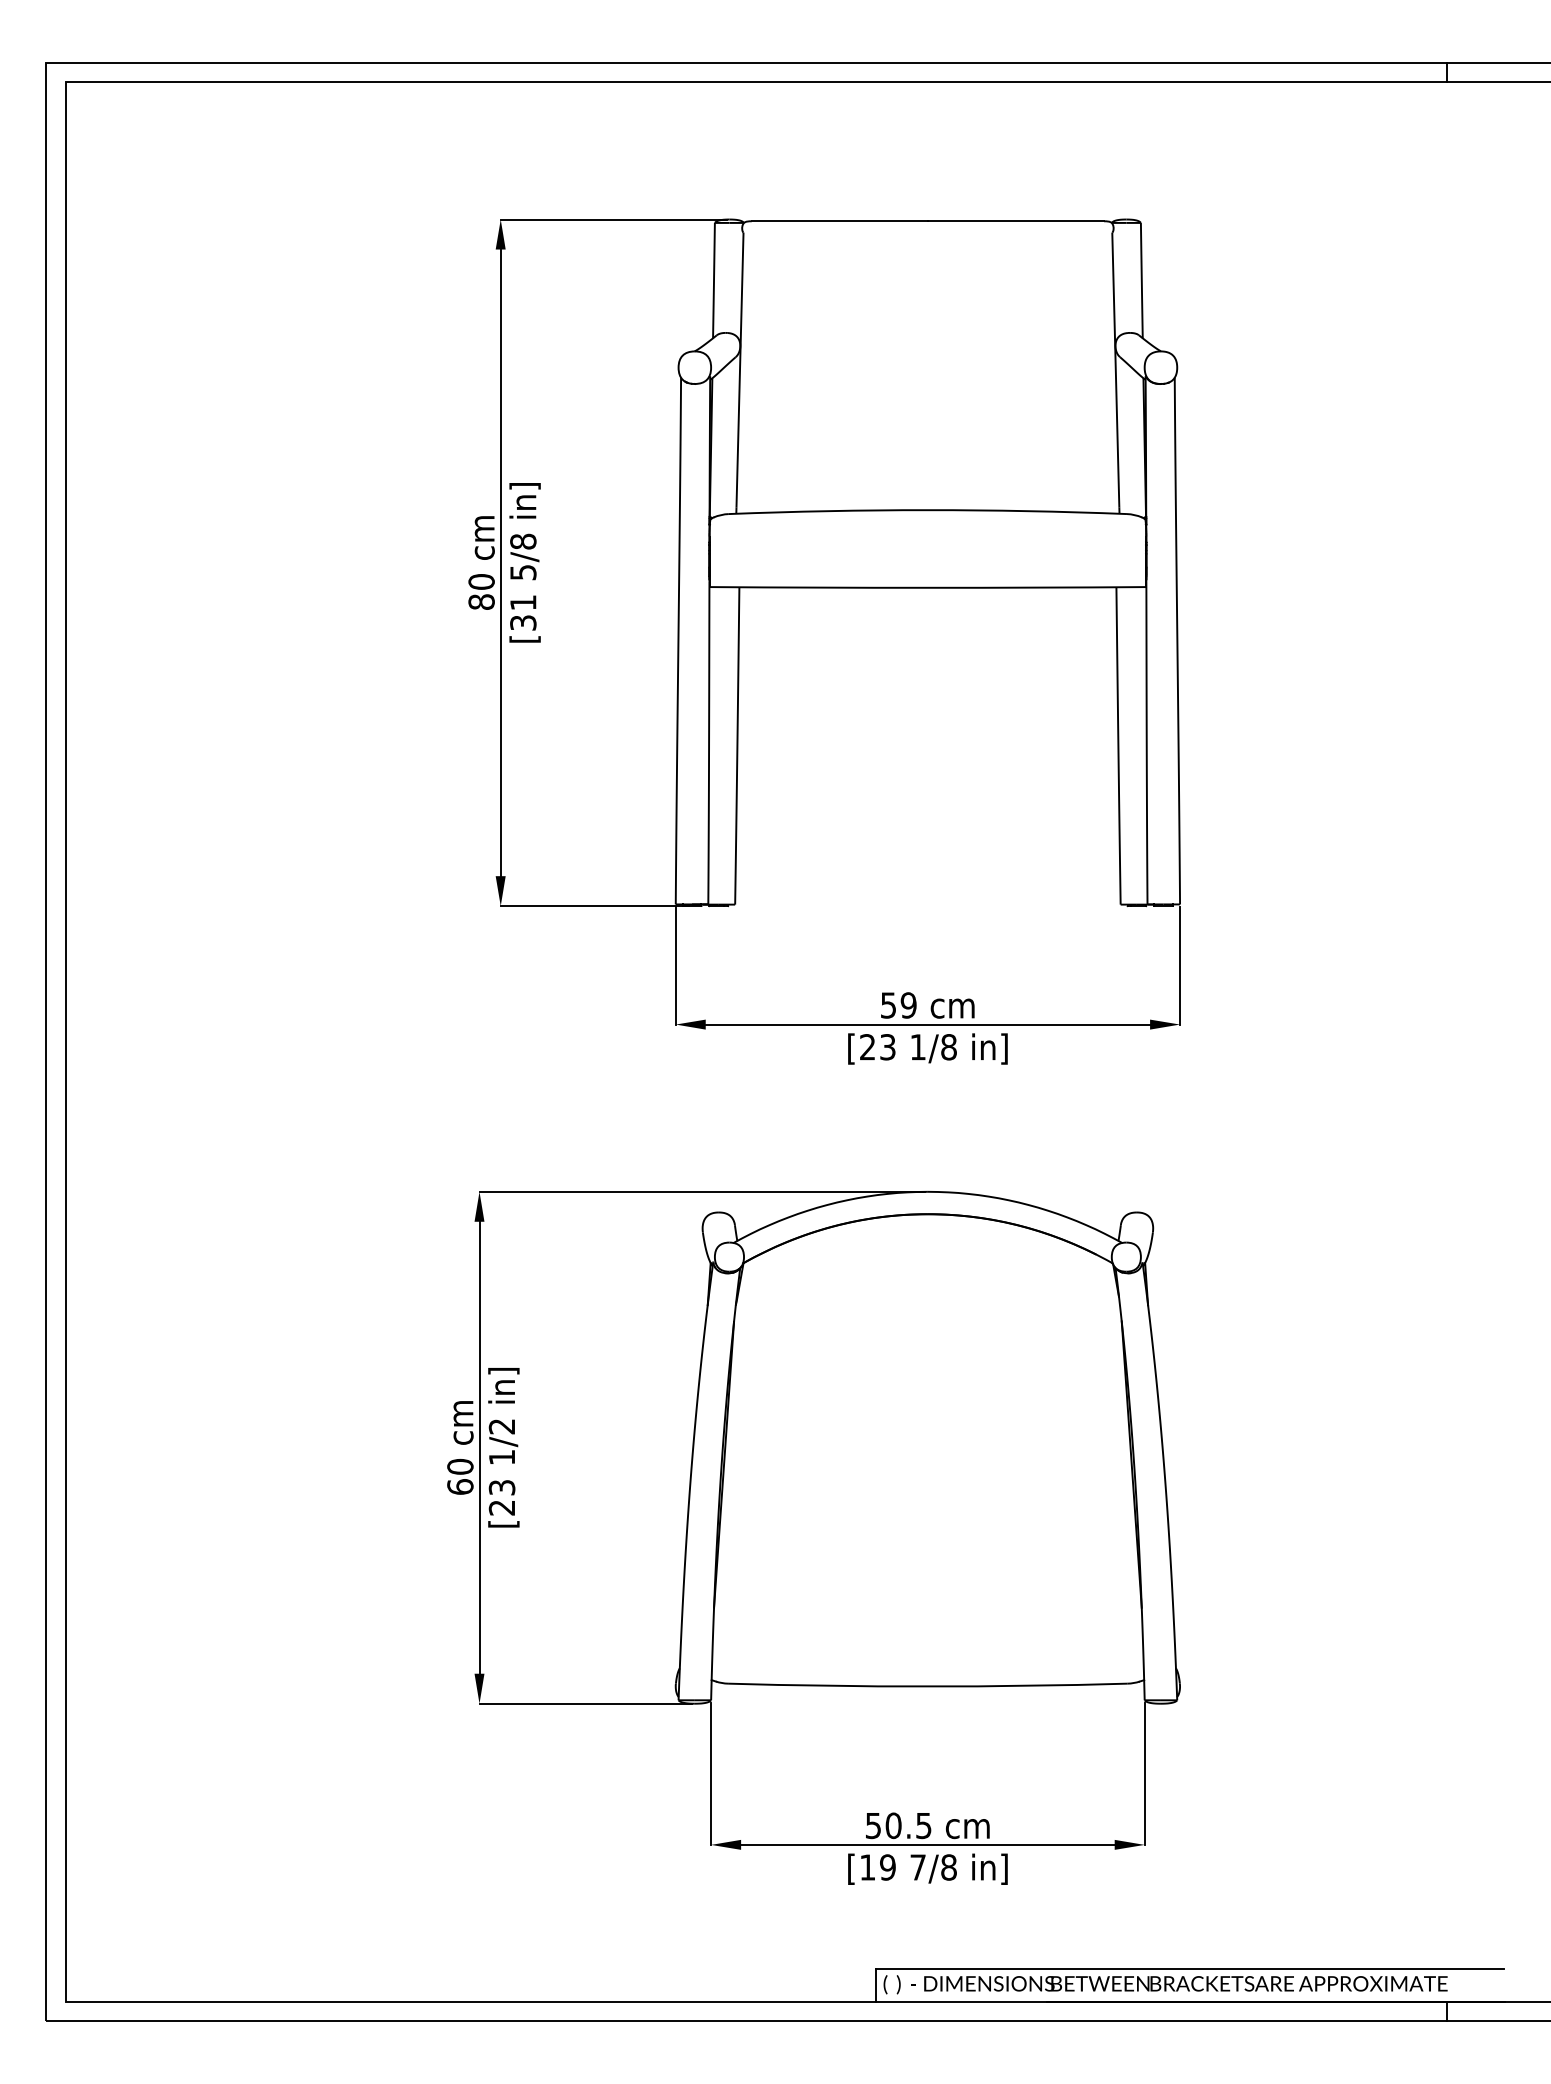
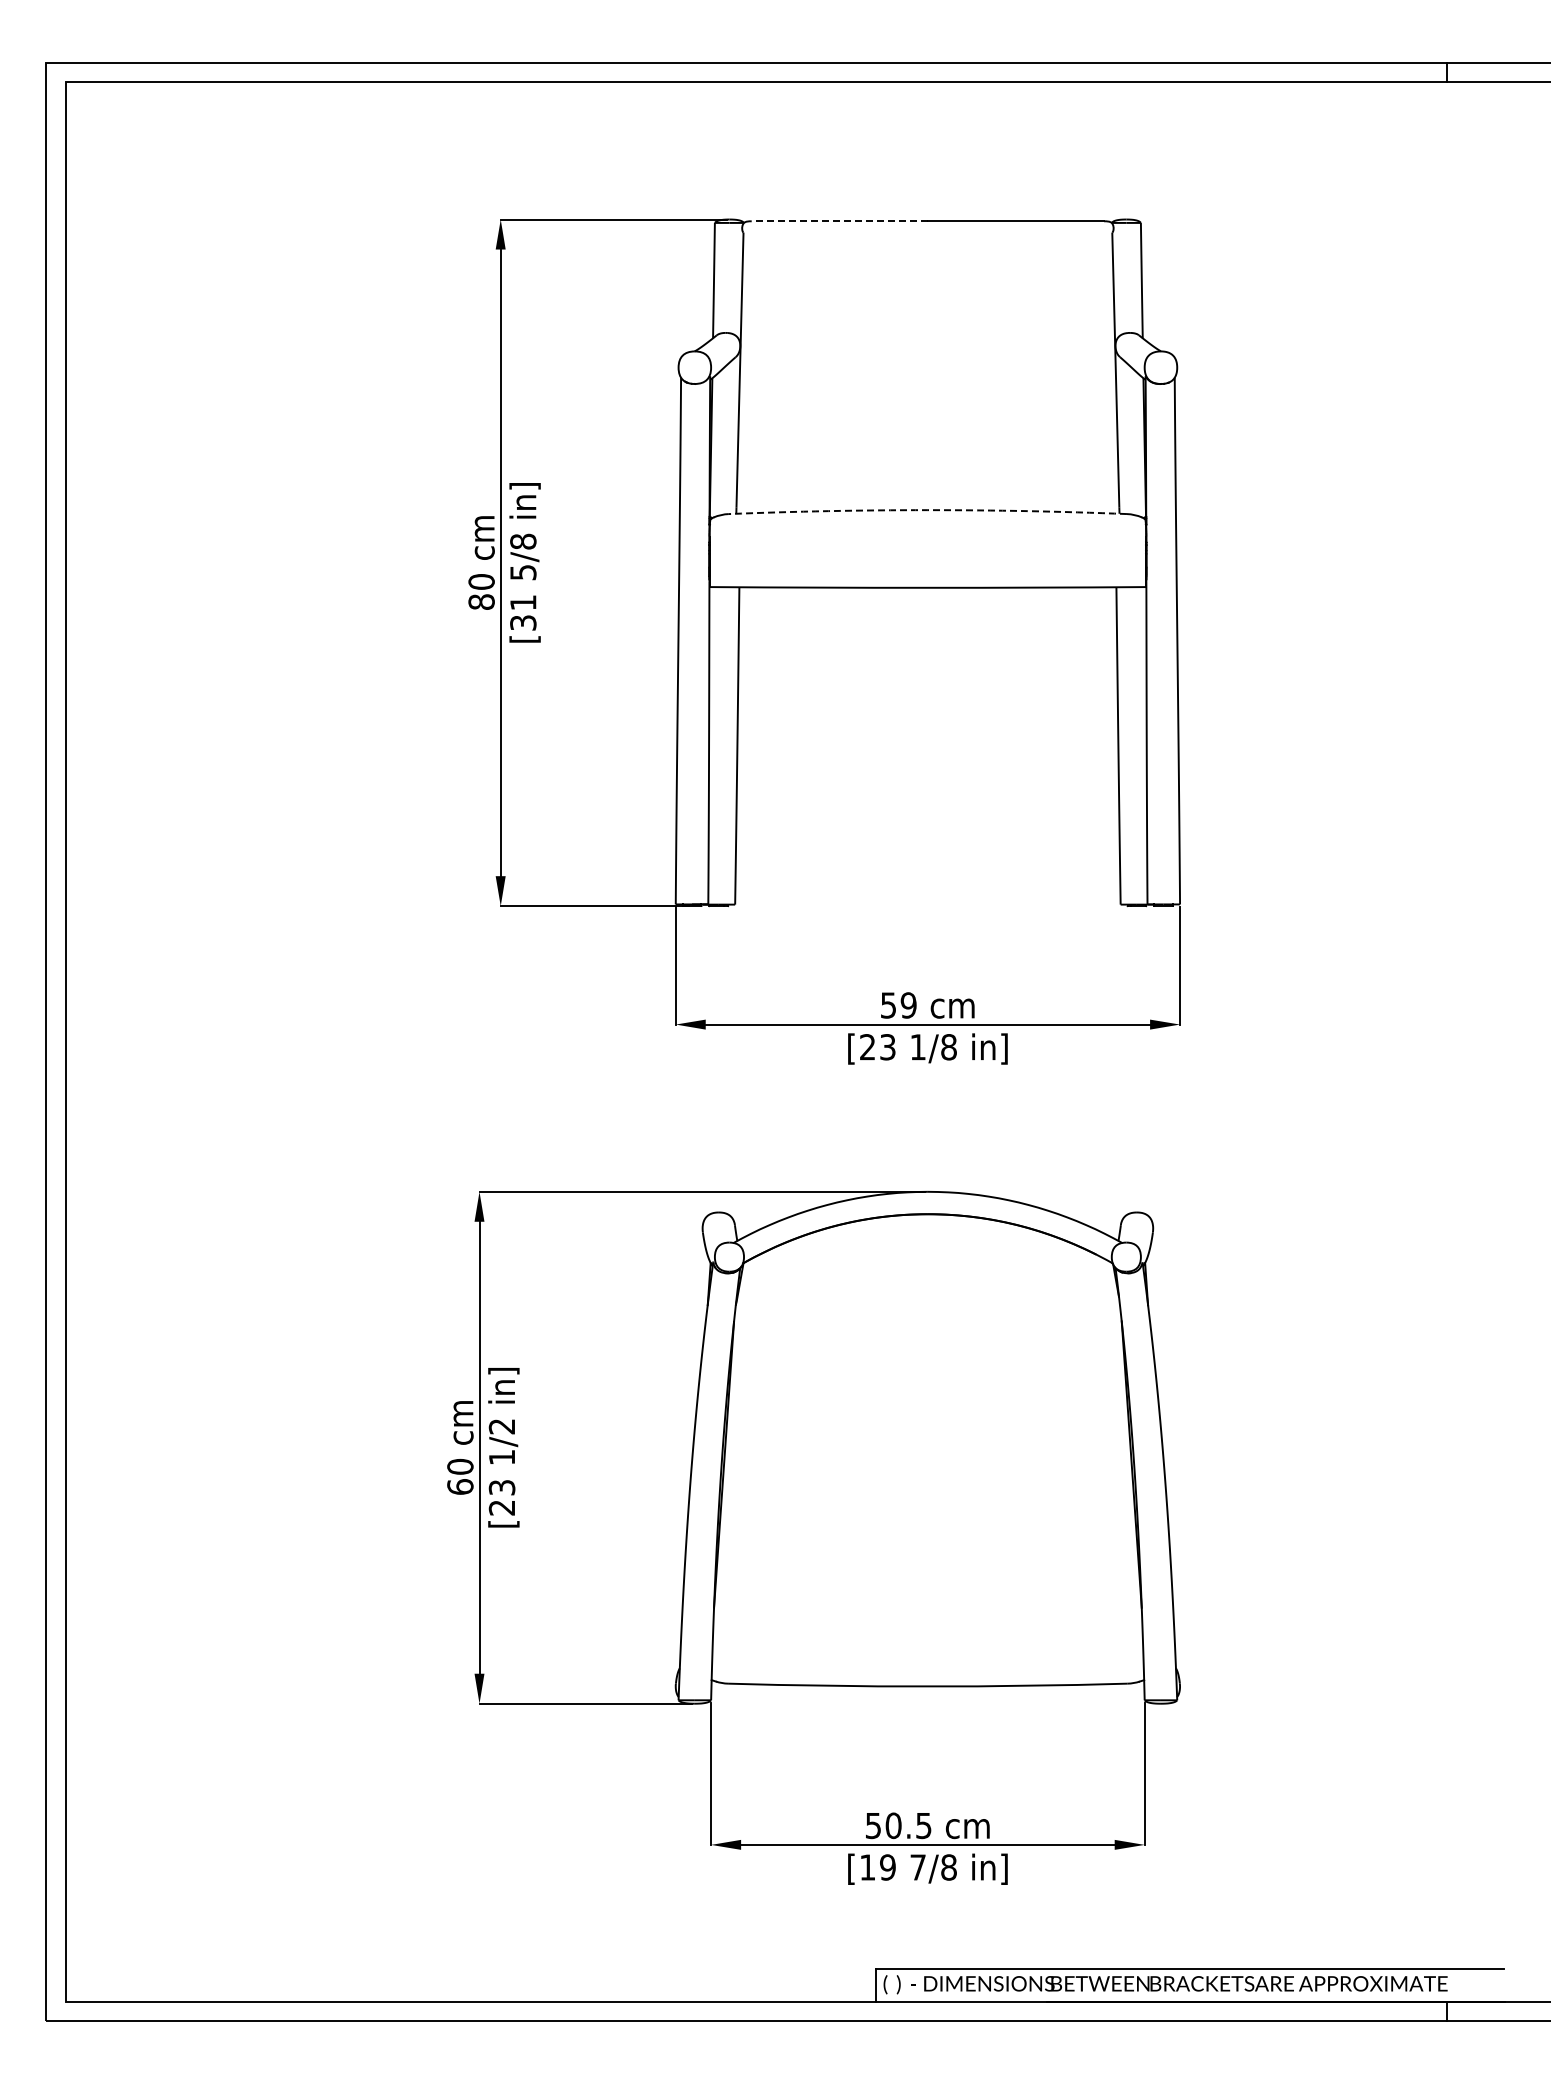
line at (839, 221): solid -> dashed
arc at (927, 510): solid -> dashed
